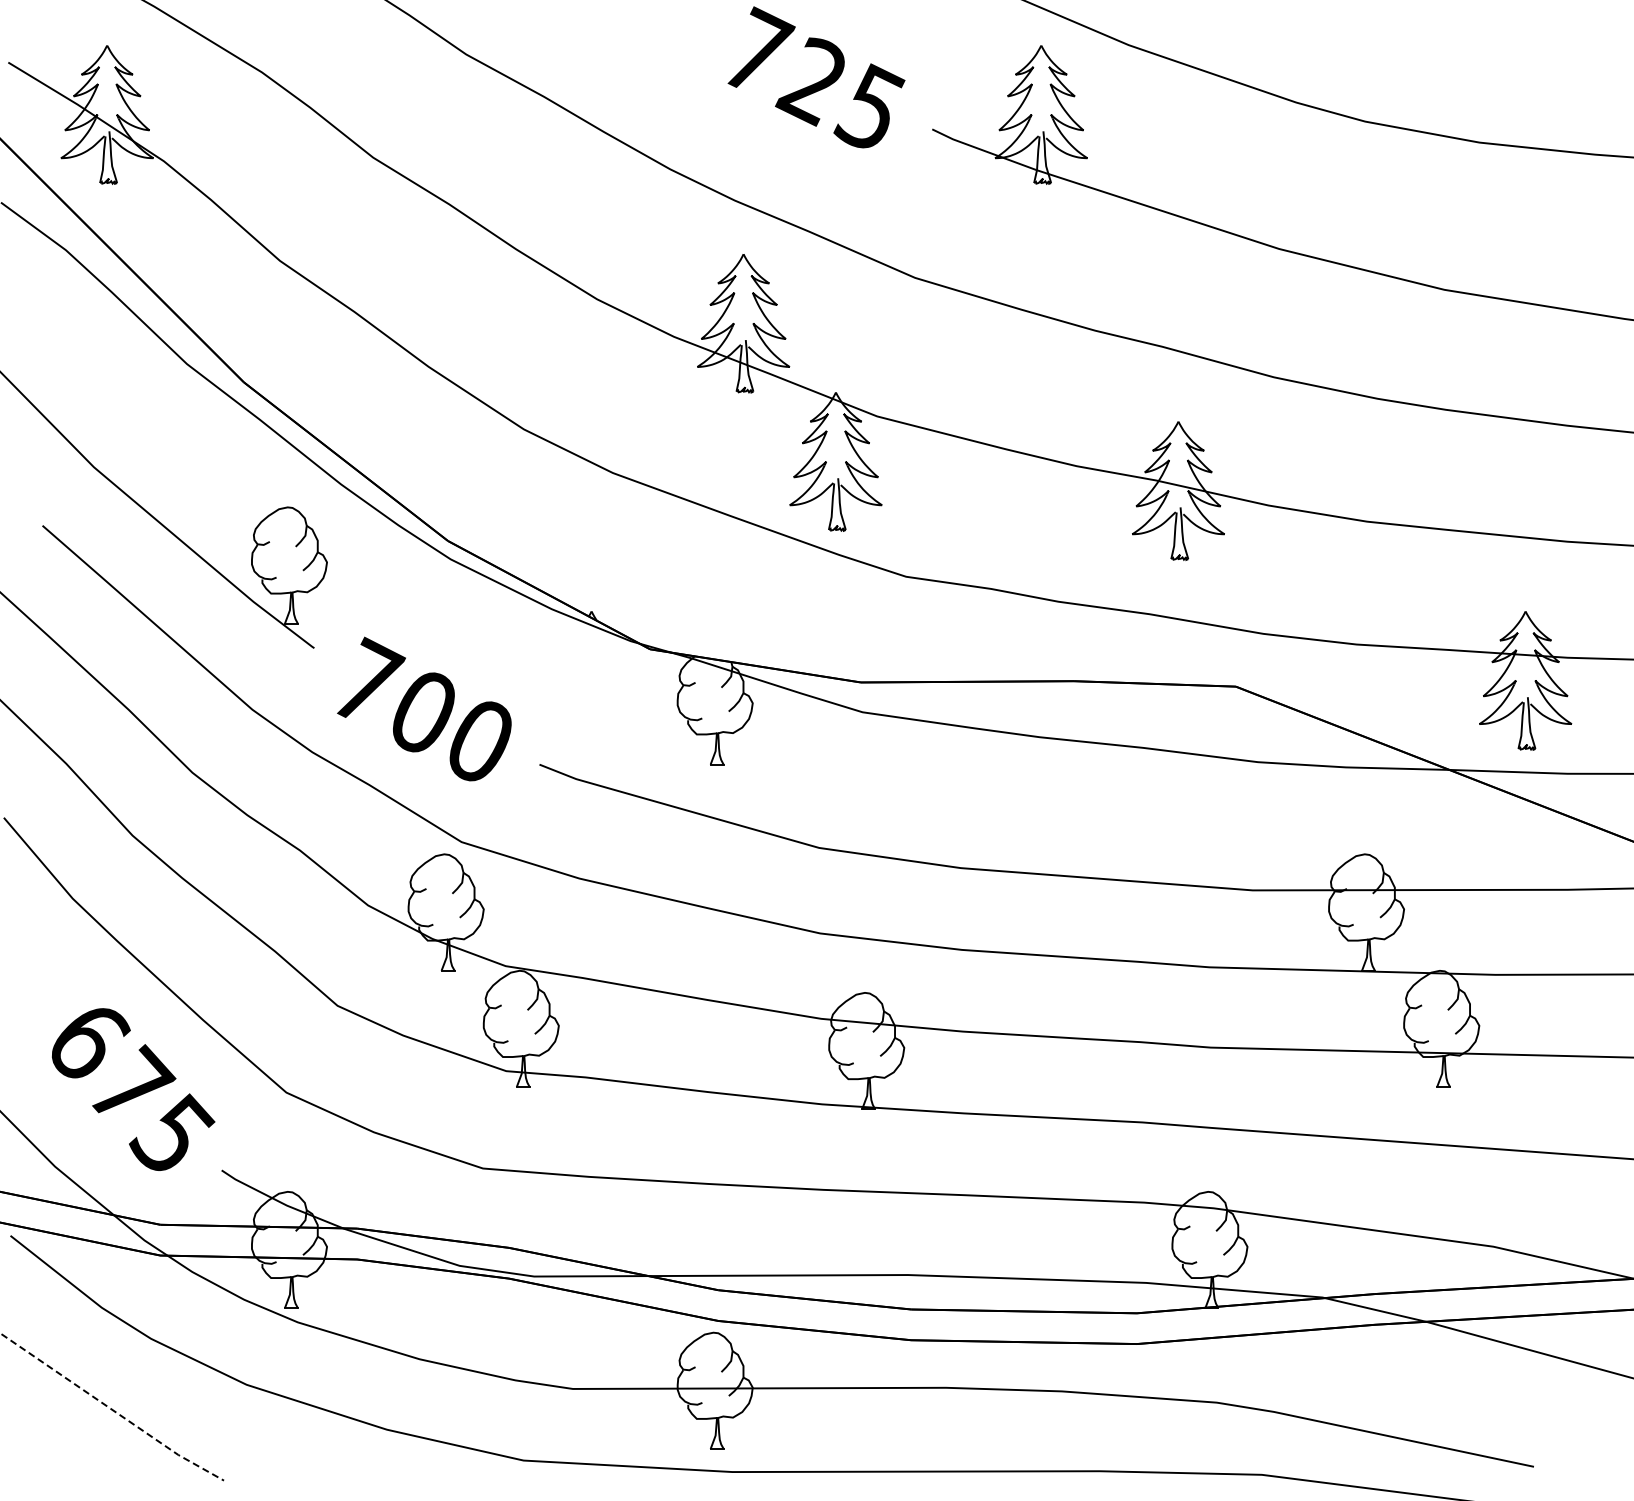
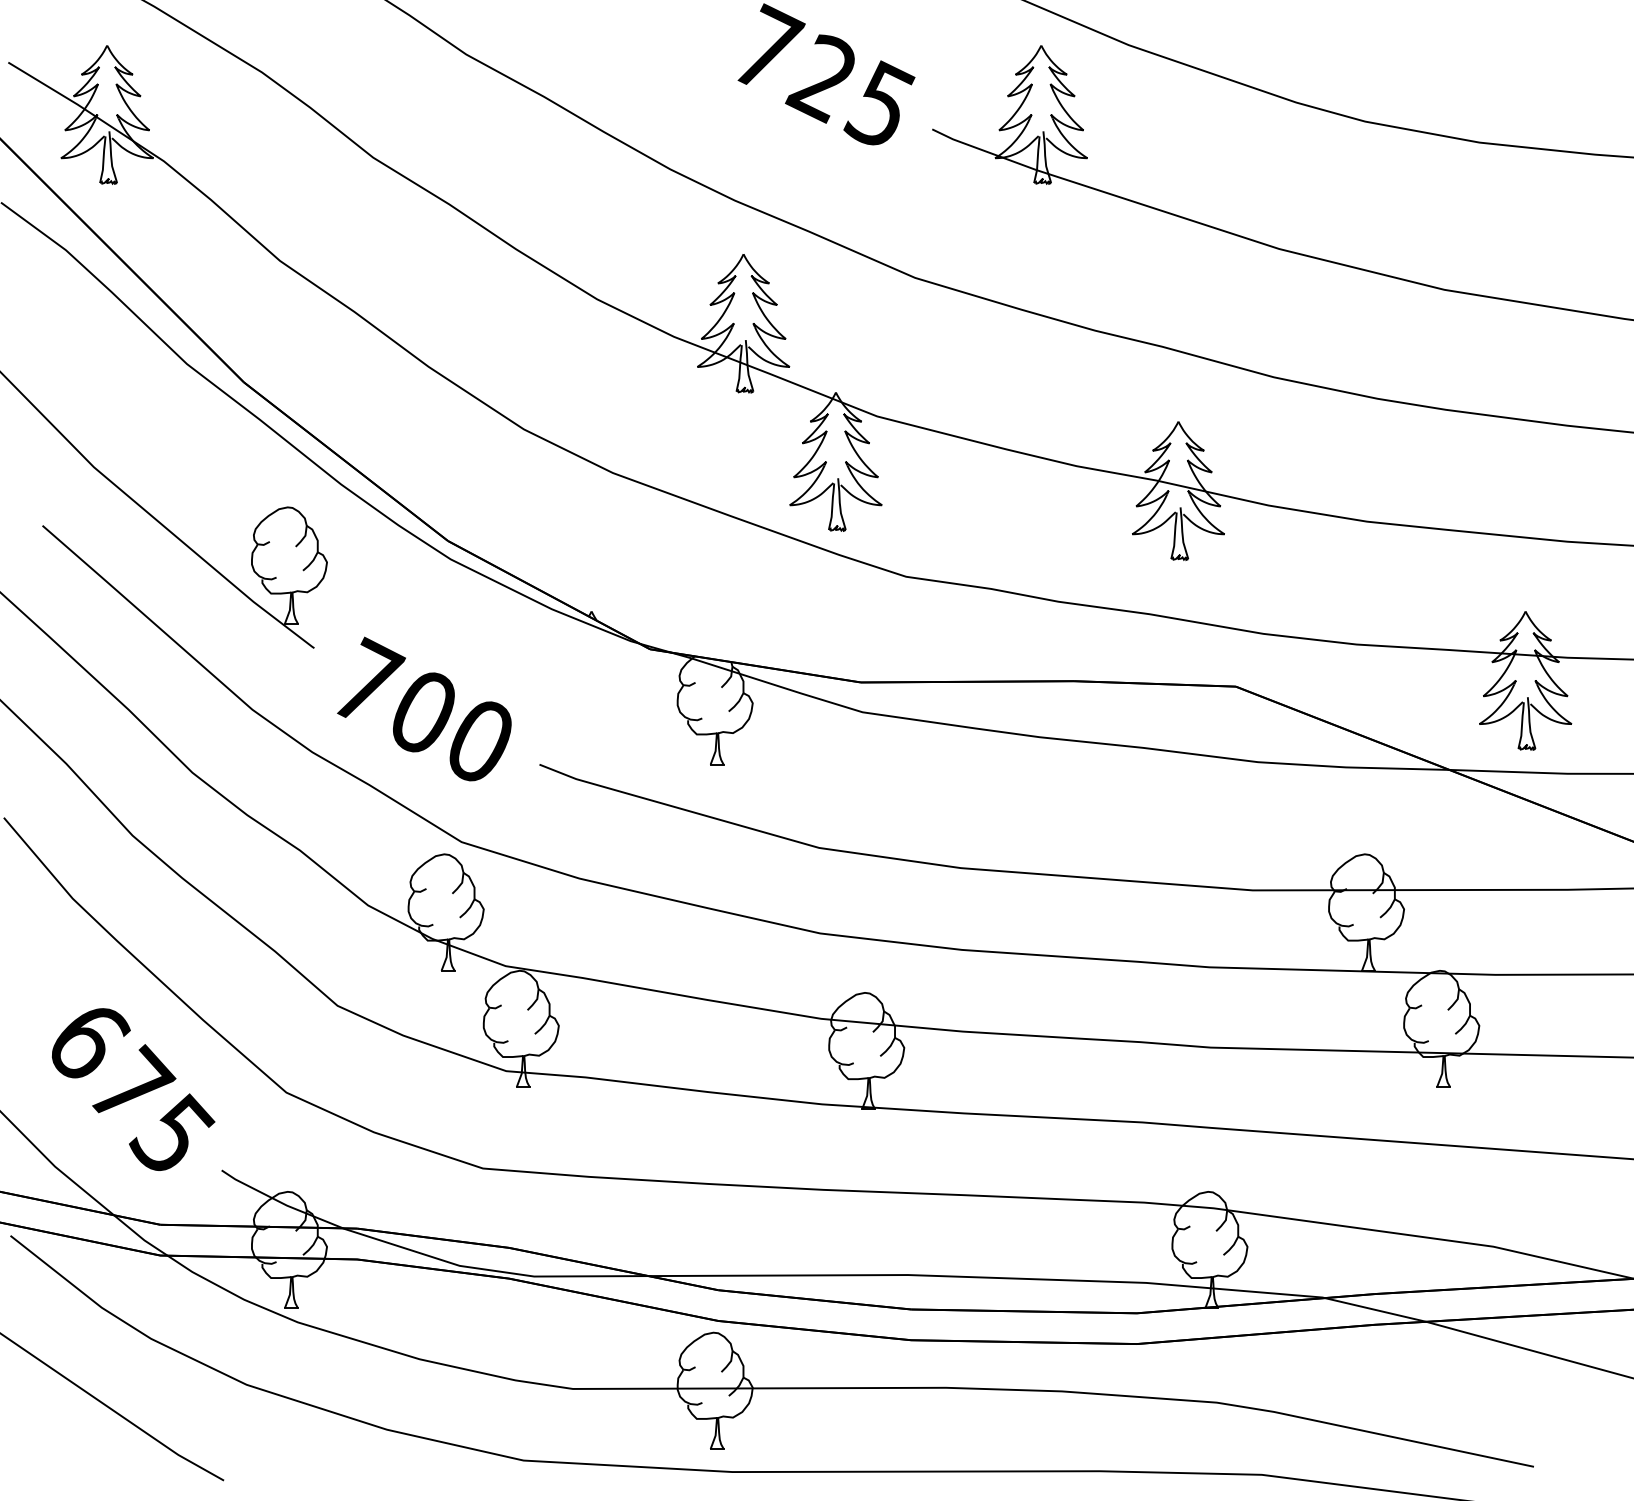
text at (816, 77) position: (816, 77) -> (826, 74)
line at (111, 1409): dashed -> solid
